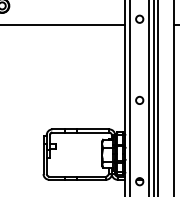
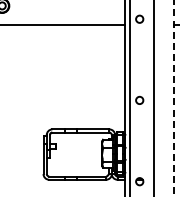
line at (149, 97): present -> none
line at (158, 97): present -> none
line at (174, 98): solid -> dashed
